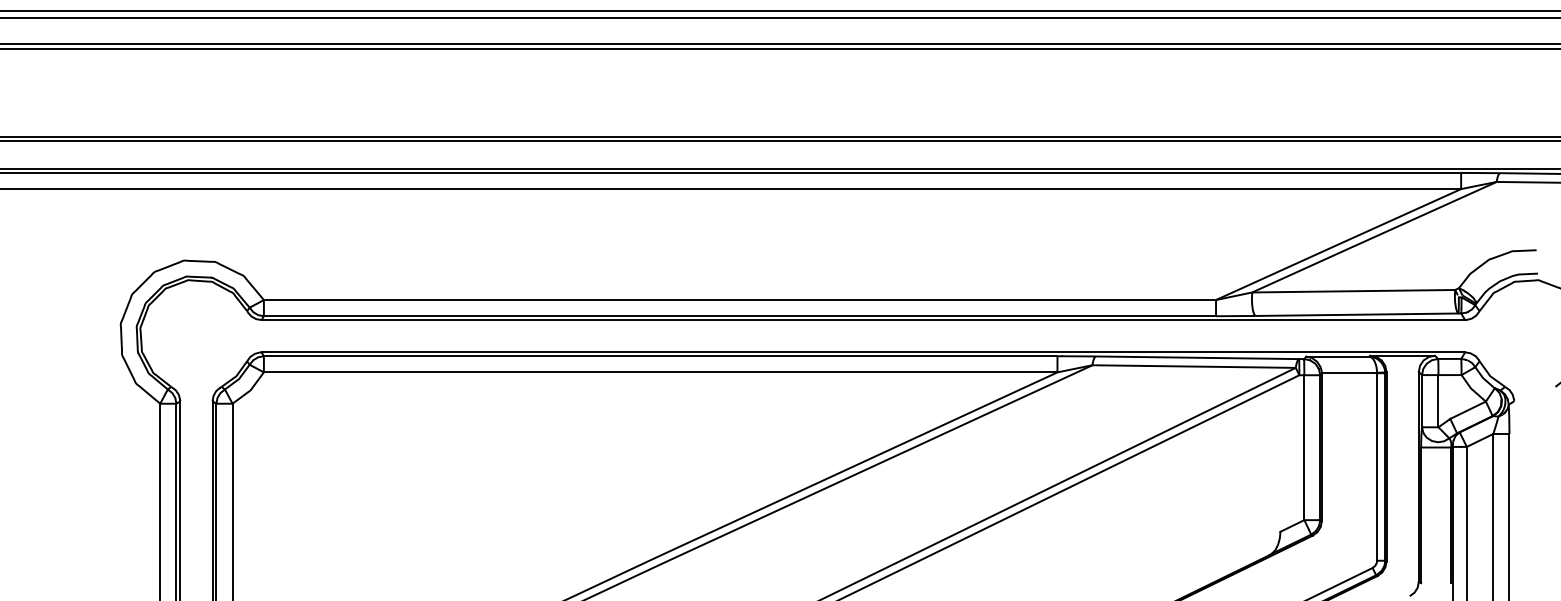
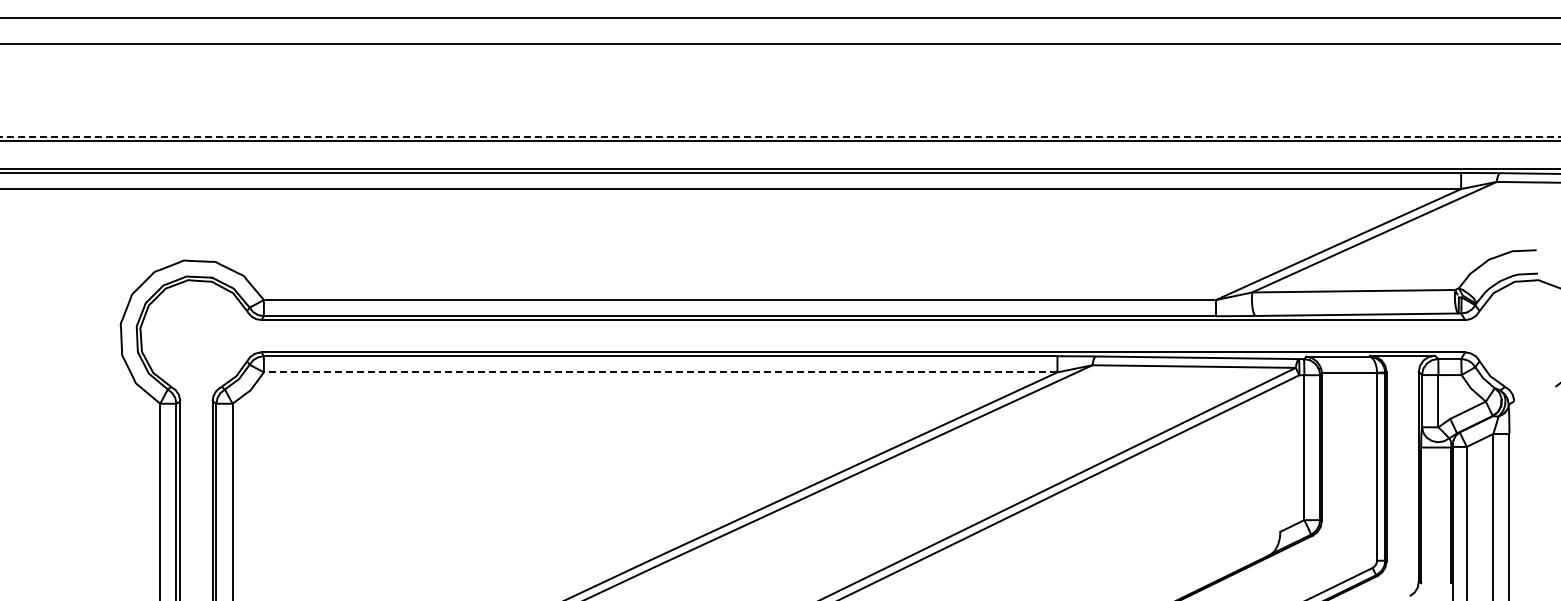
line at (779, 10): present -> none
line at (779, 49): present -> none
line at (780, 136): solid -> dashed
line at (660, 372): solid -> dashed
